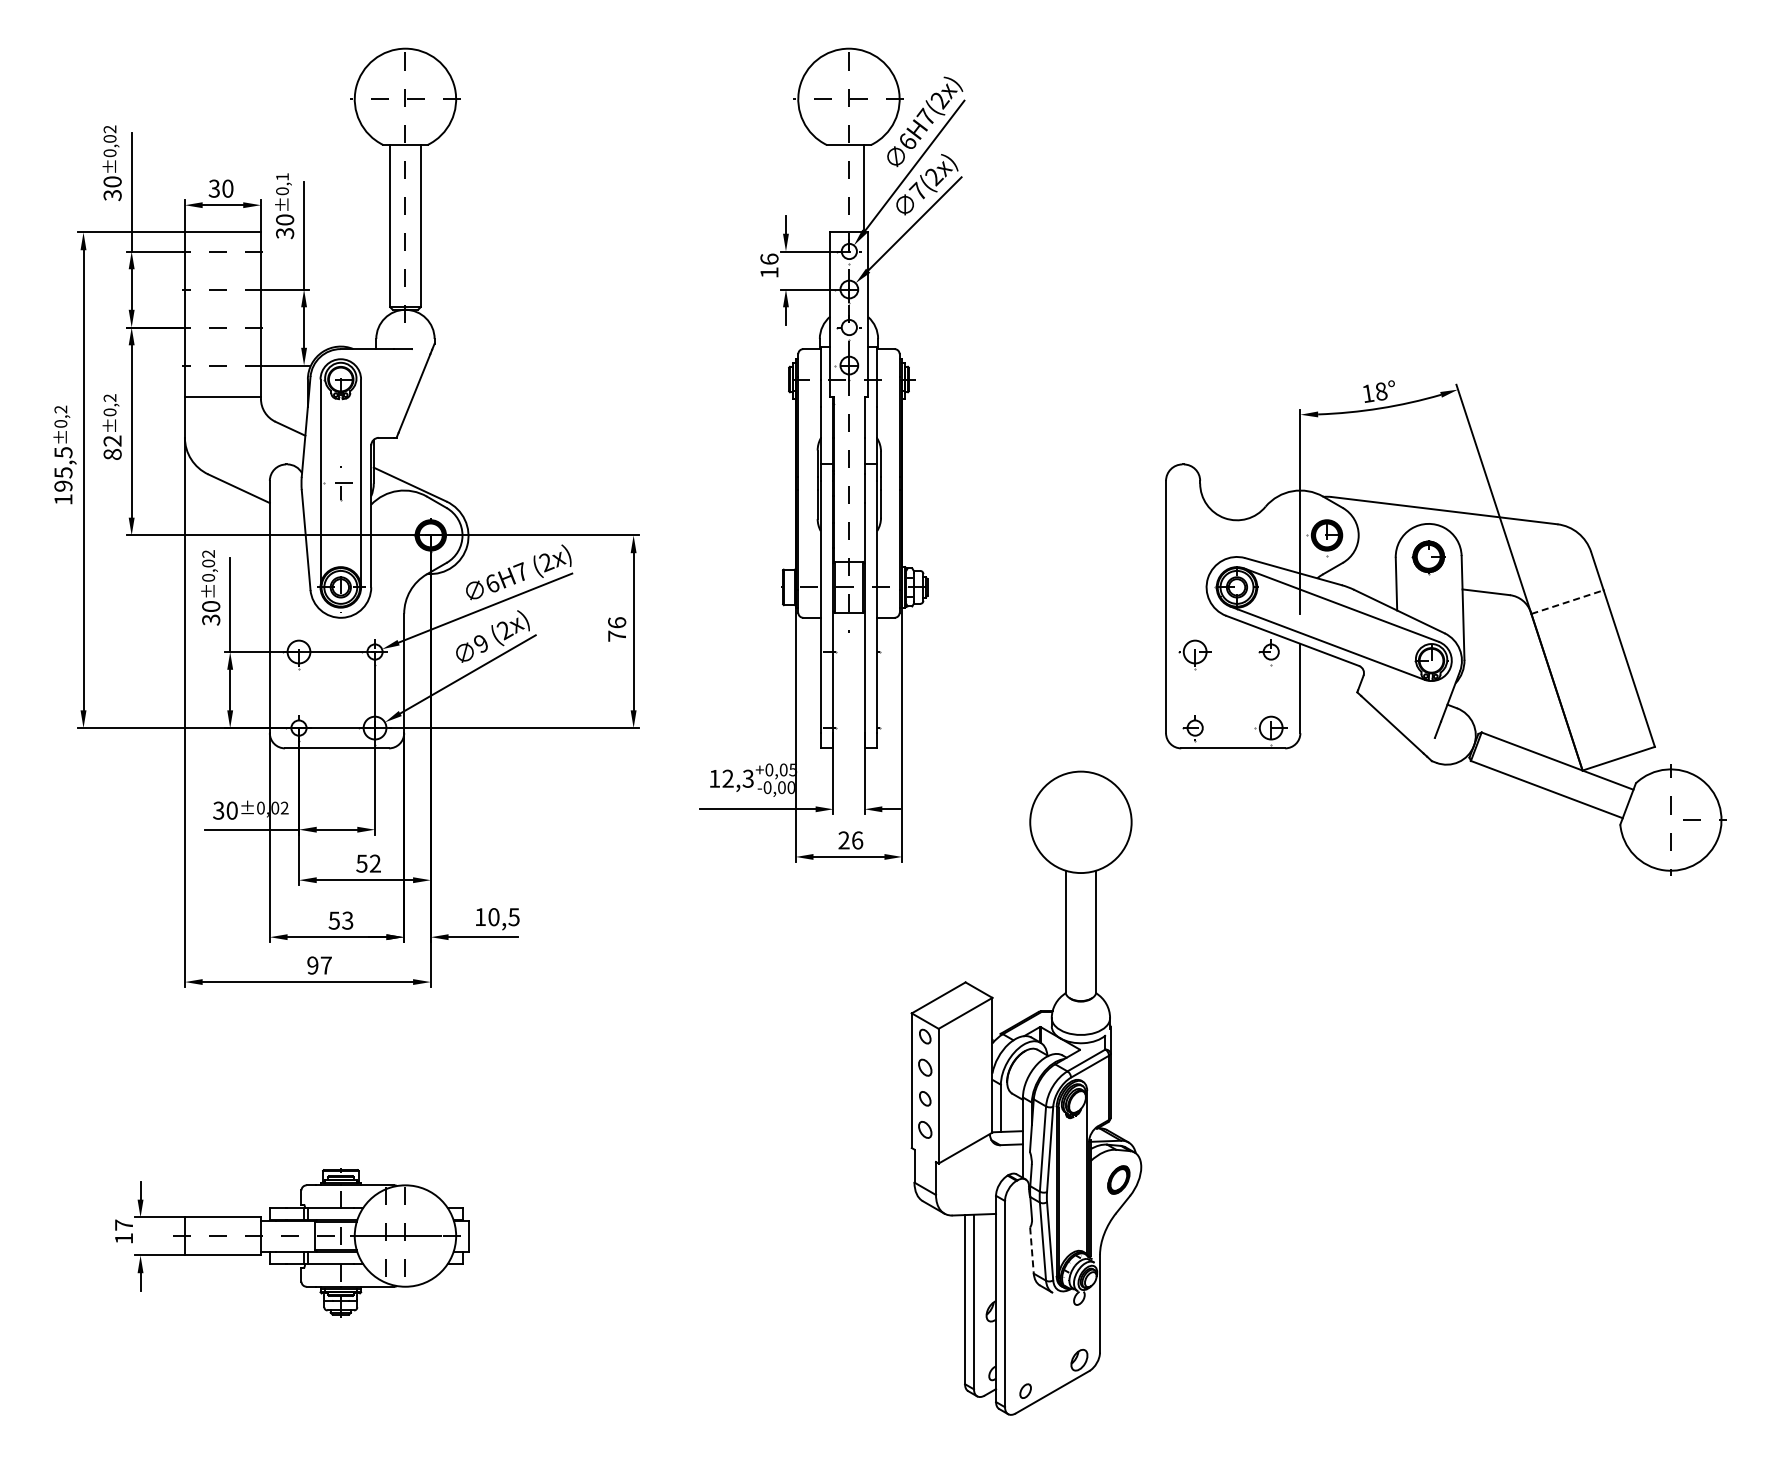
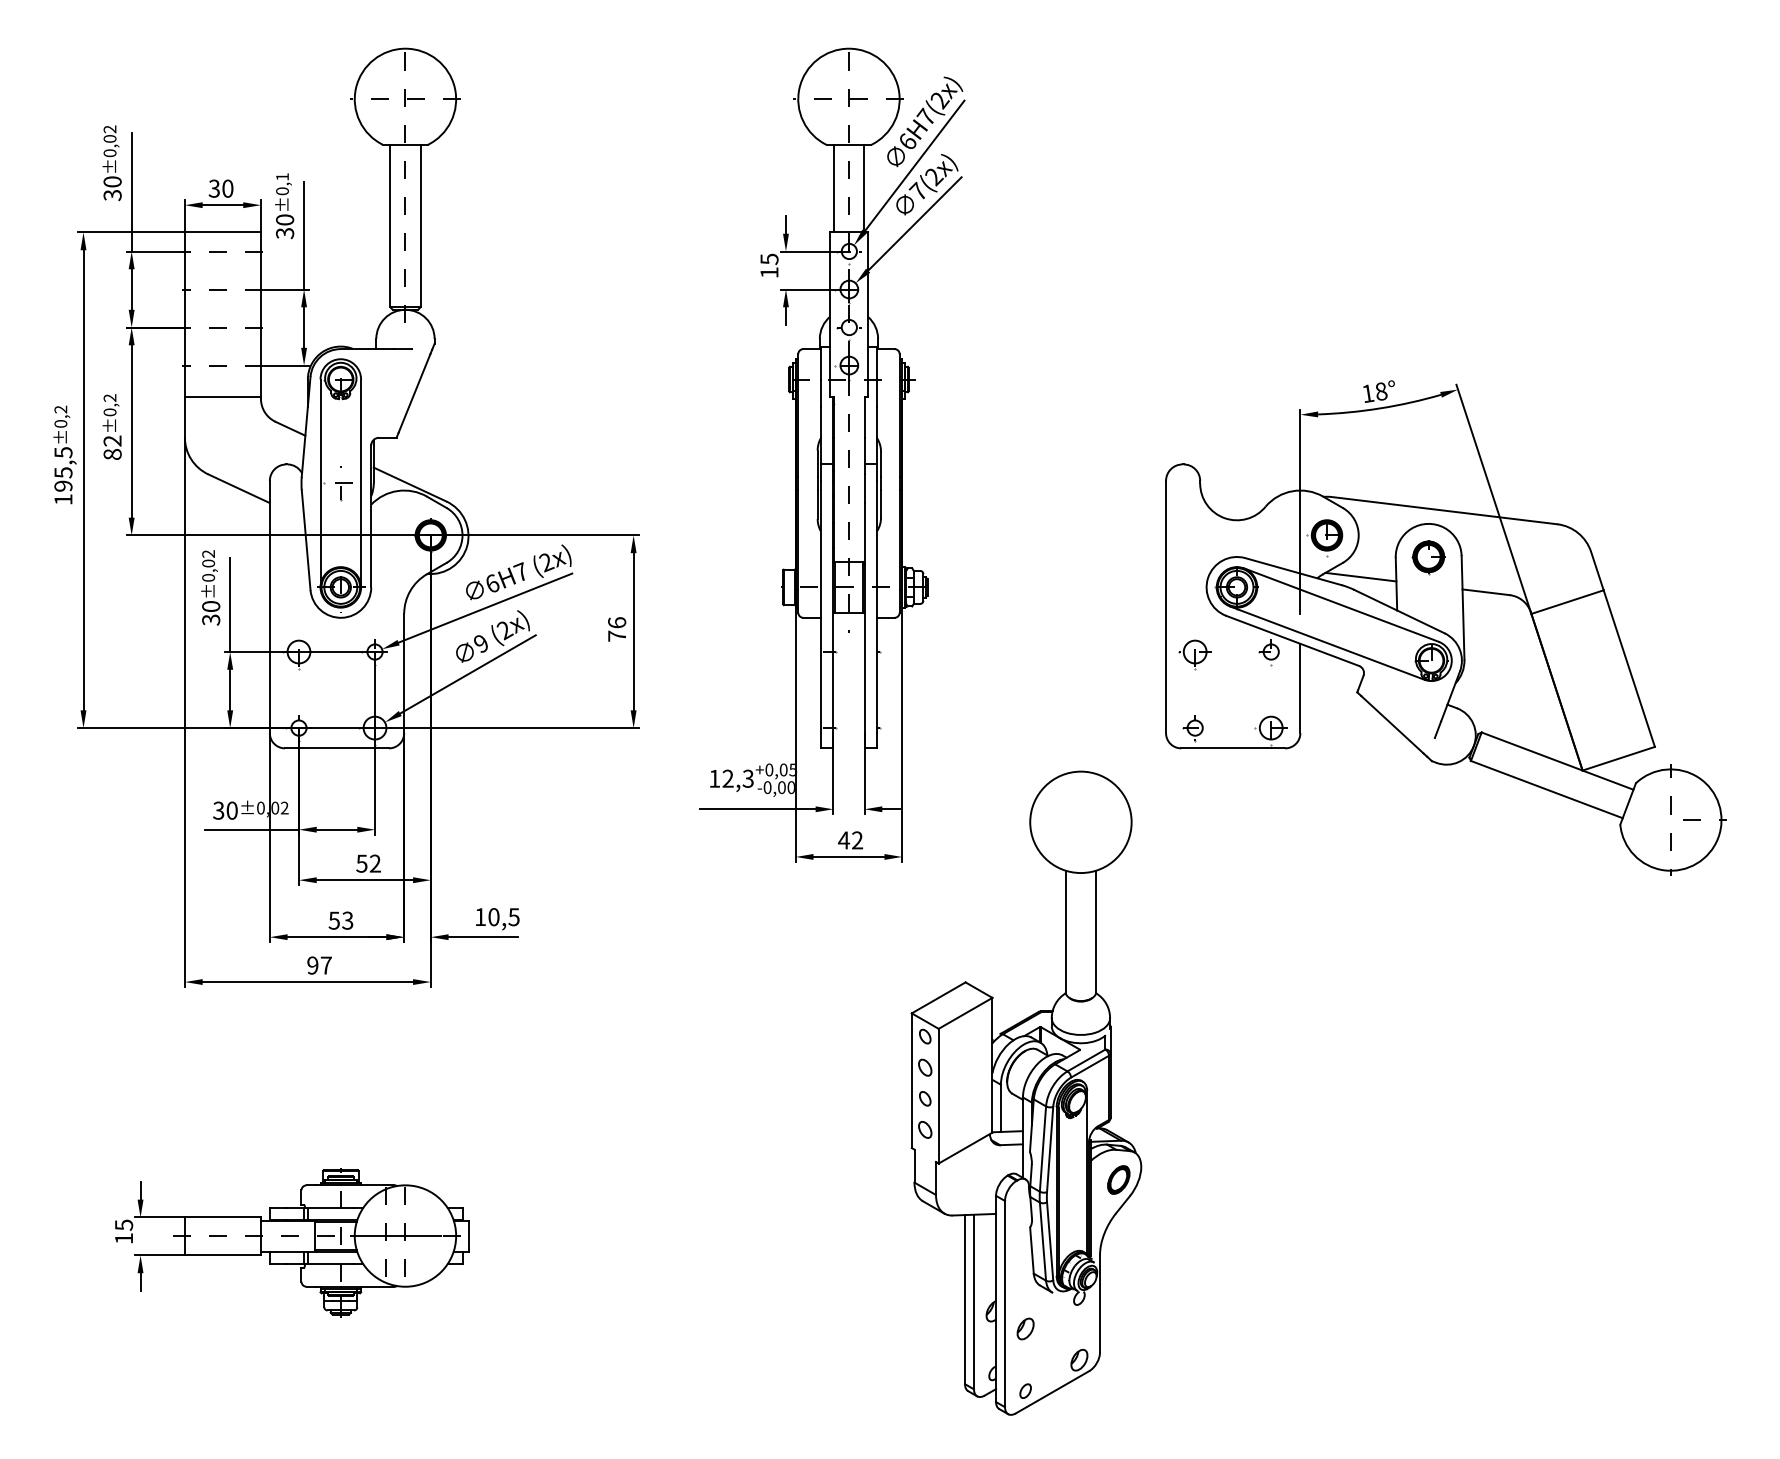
line at (833, 188): none -> present
text at (769, 259): 16 -> 15
line at (1360, 576): none -> present
line at (1568, 601): dashed -> solid
text at (850, 840): 26 -> 42
text at (124, 1224): 17 -> 15
line at (1032, 1251): dashed -> solid
part at (1025, 1328): none -> present
